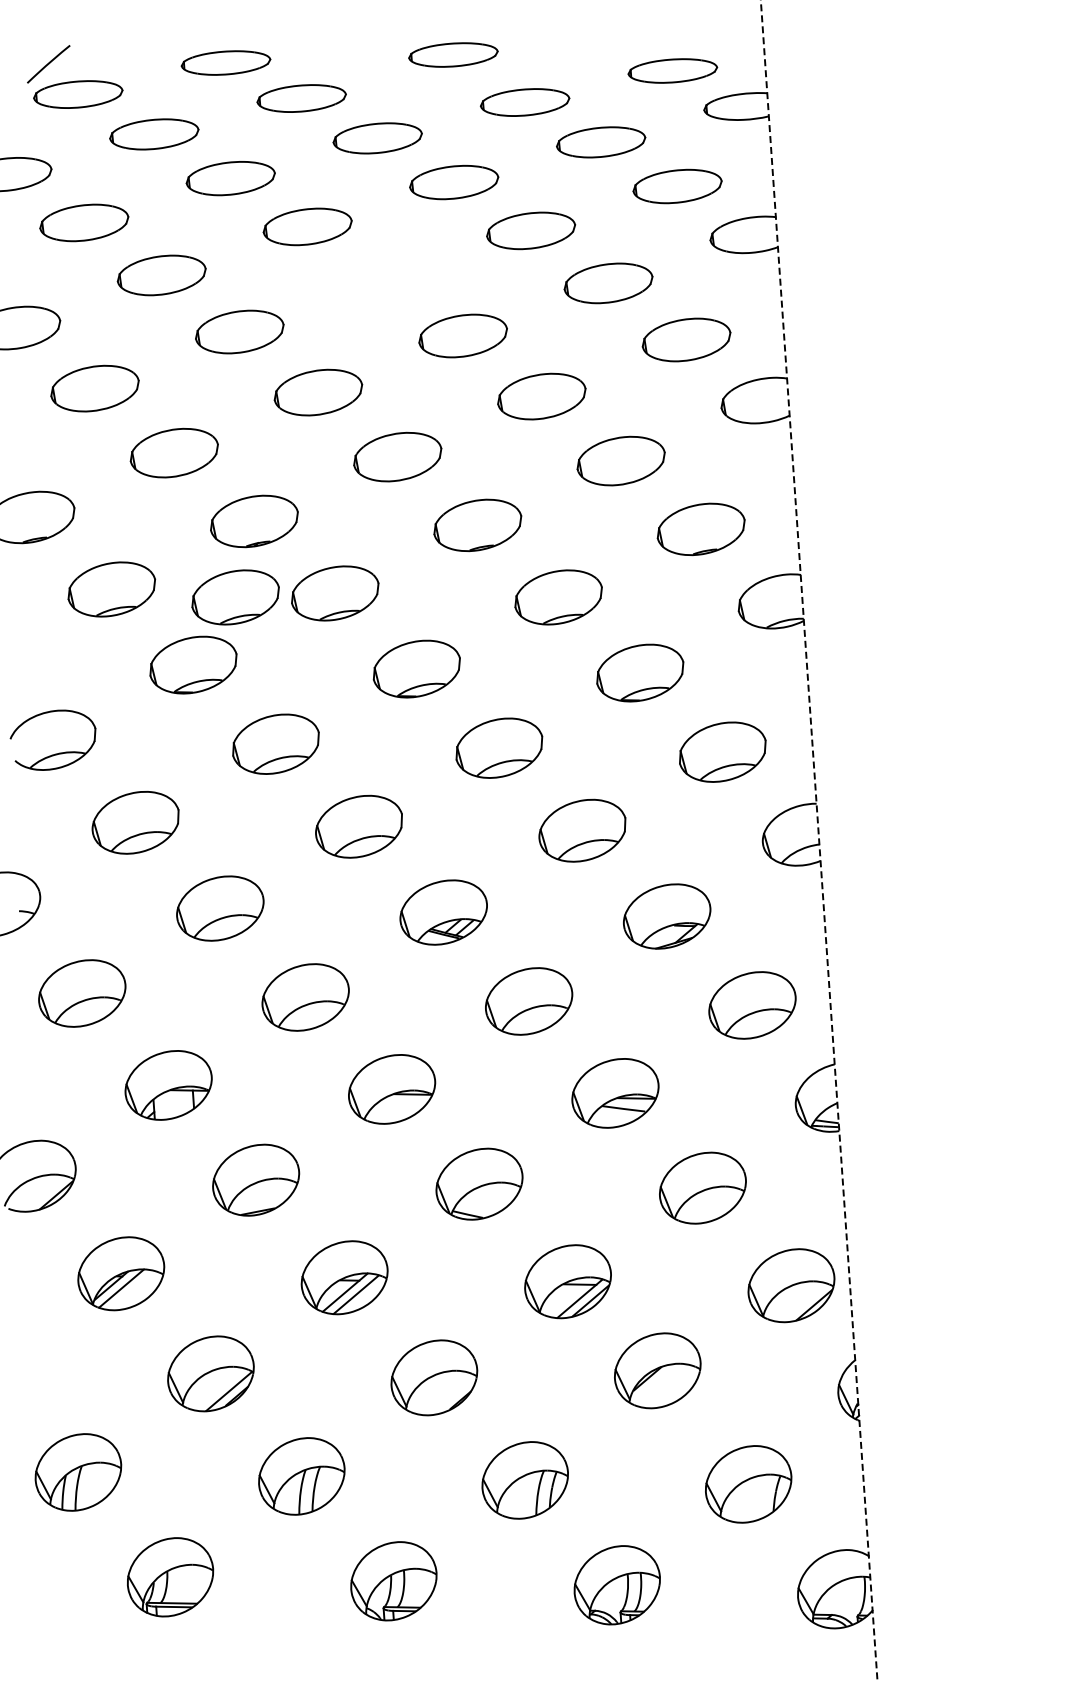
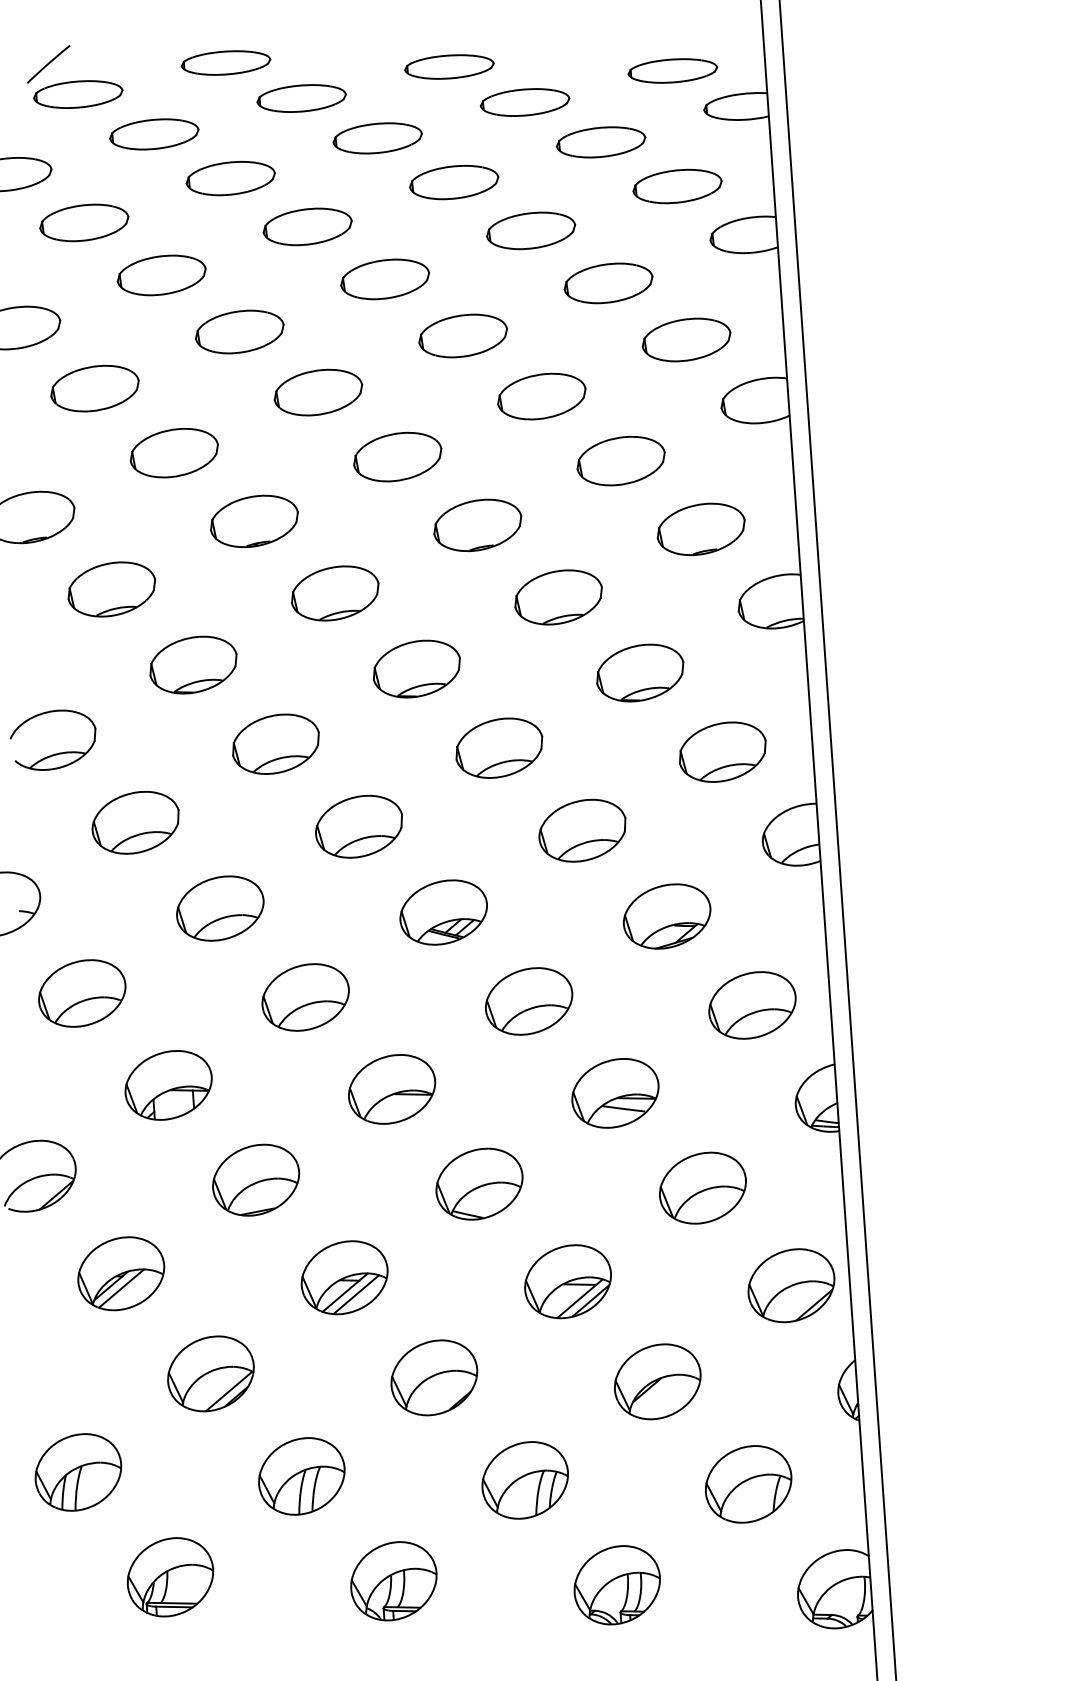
part at (453, 54) position: (453, 54) -> (449, 66)
part at (385, 279): none -> present
part at (235, 597): present -> none
line at (837, 839): none -> present
line at (819, 841): dashed -> solid
part at (657, 1370) position: (657, 1370) -> (657, 1381)
